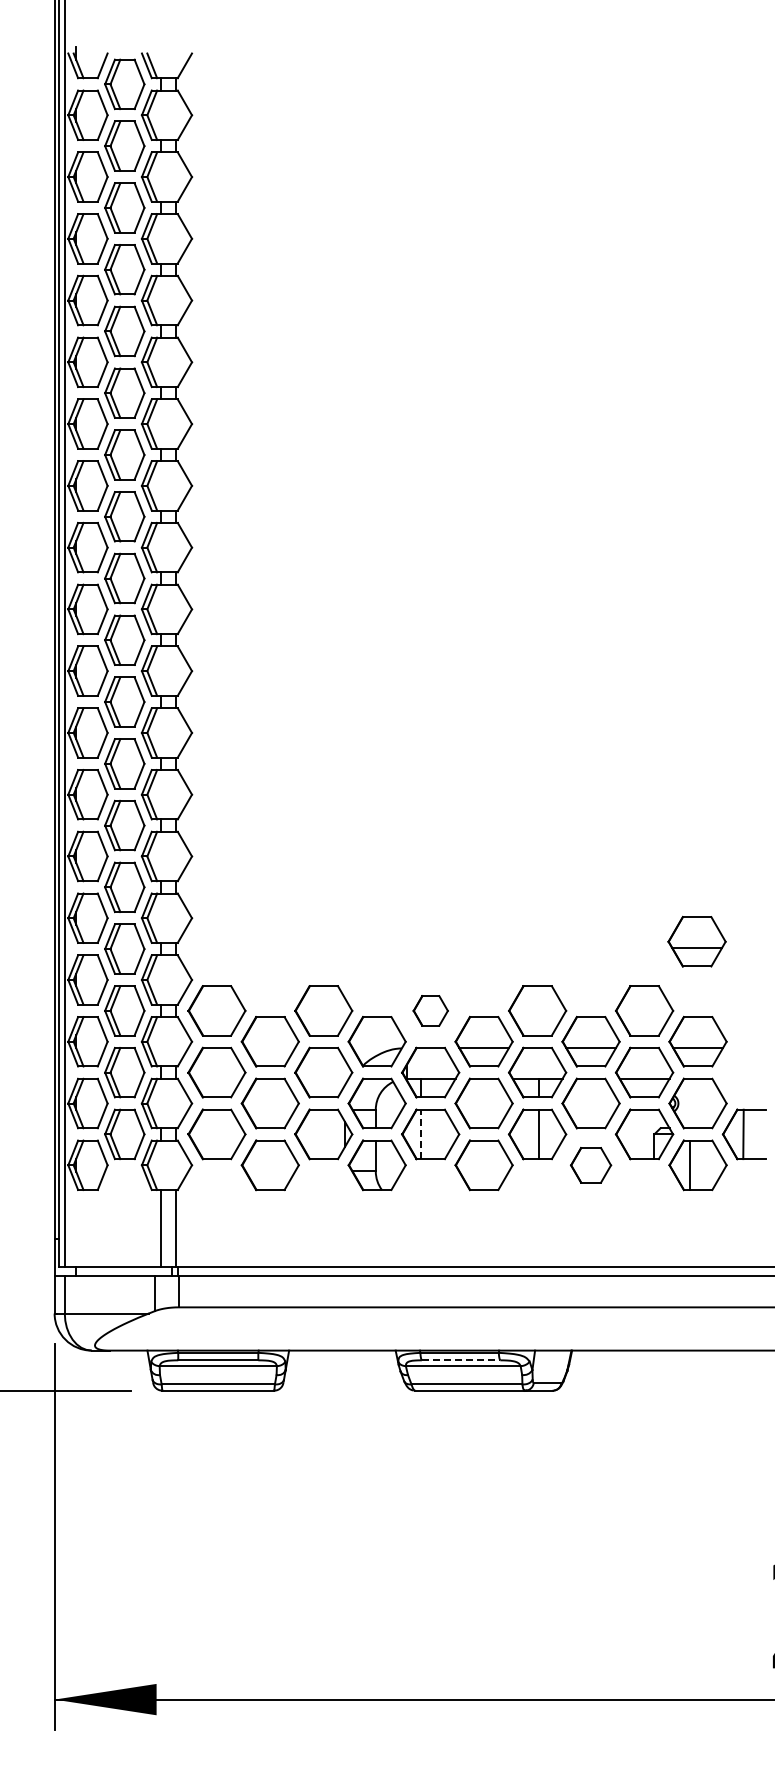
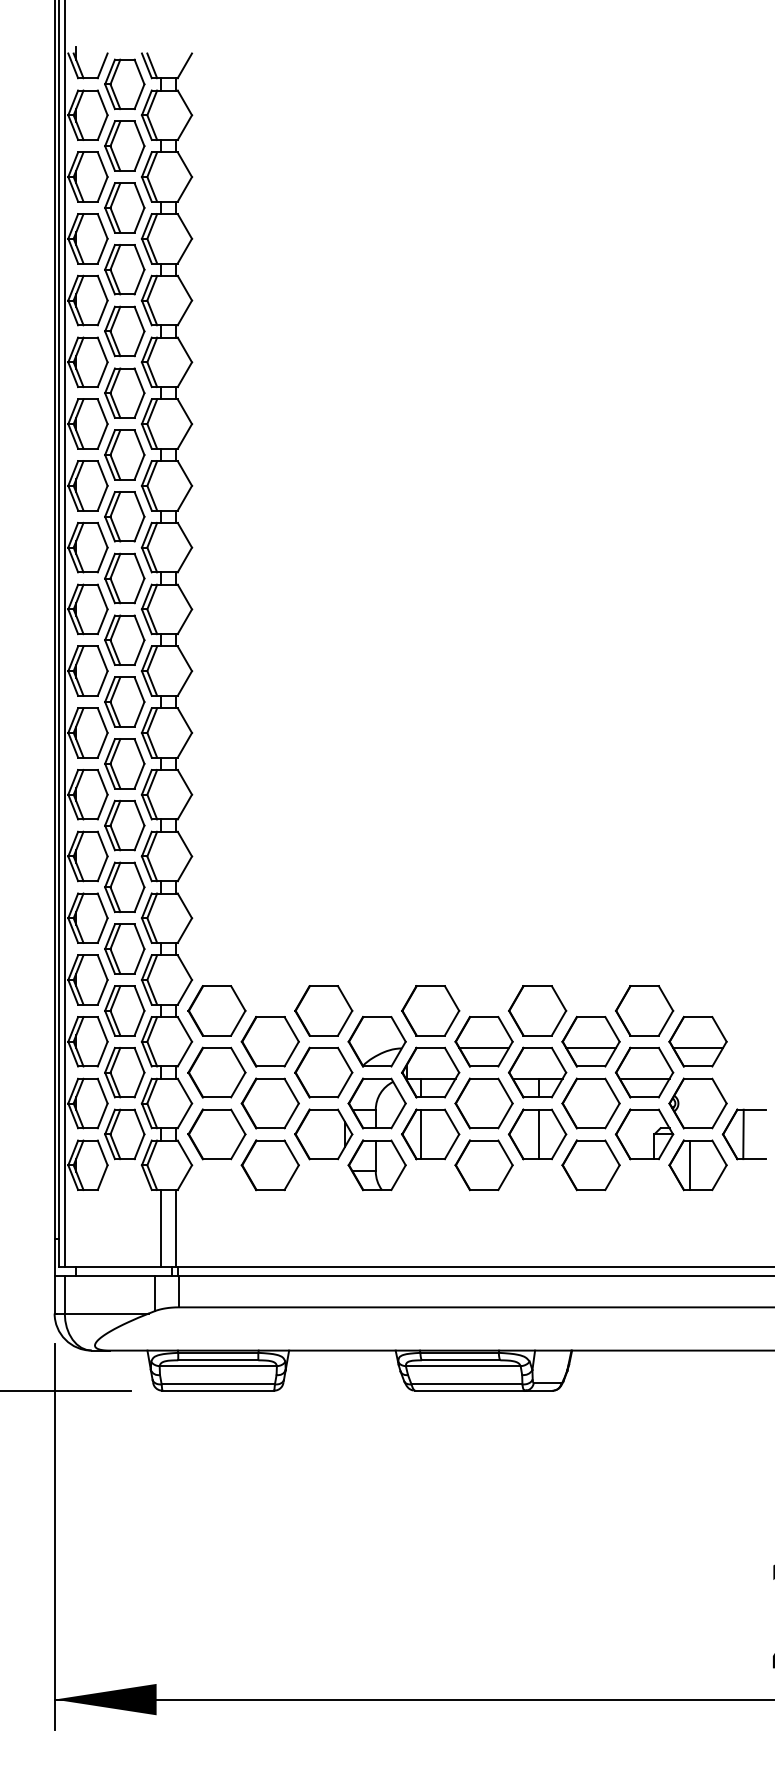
part at (696, 941): present -> none
part at (430, 1010) size: 37x32 px -> 60x52 px
line at (420, 1134): dashed -> solid
part at (591, 1165) size: 43x37 px -> 60x53 px
line at (461, 1360): dashed -> solid
